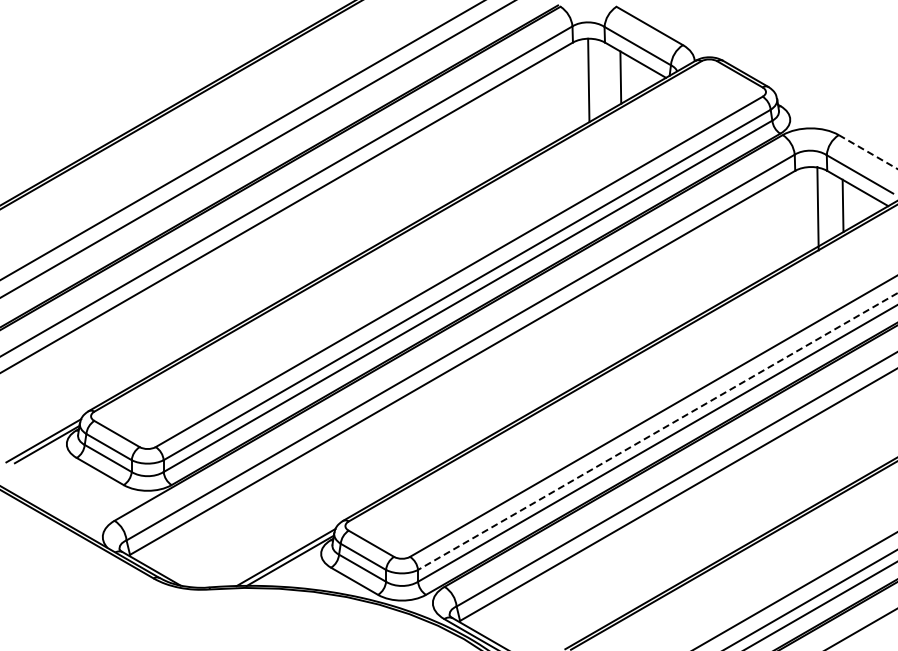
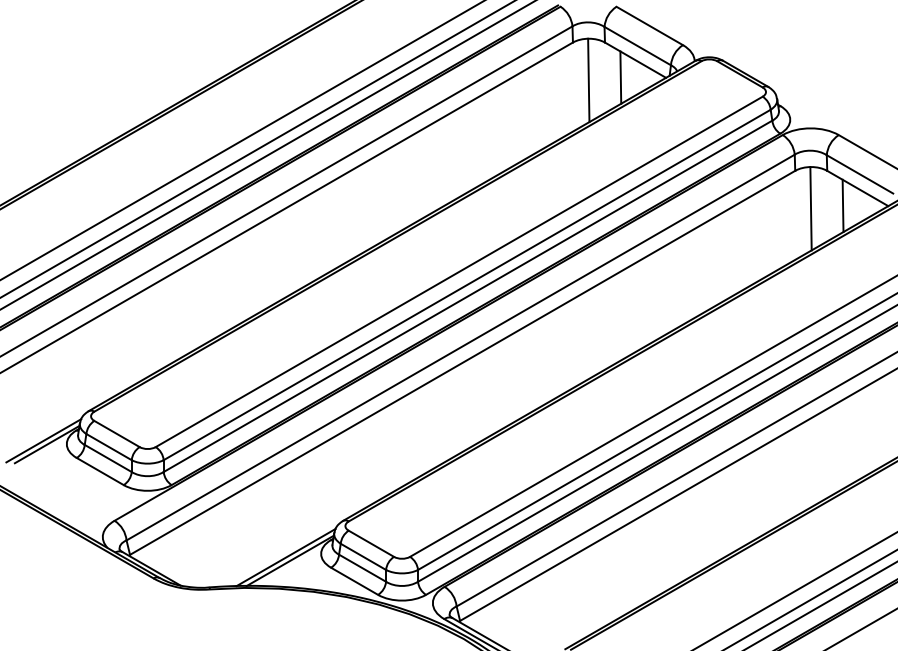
line at (868, 152): dashed -> solid
line at (267, 155): none -> present
line at (817, 208) position: (817, 208) -> (810, 208)
line at (657, 431): dashed -> solid
